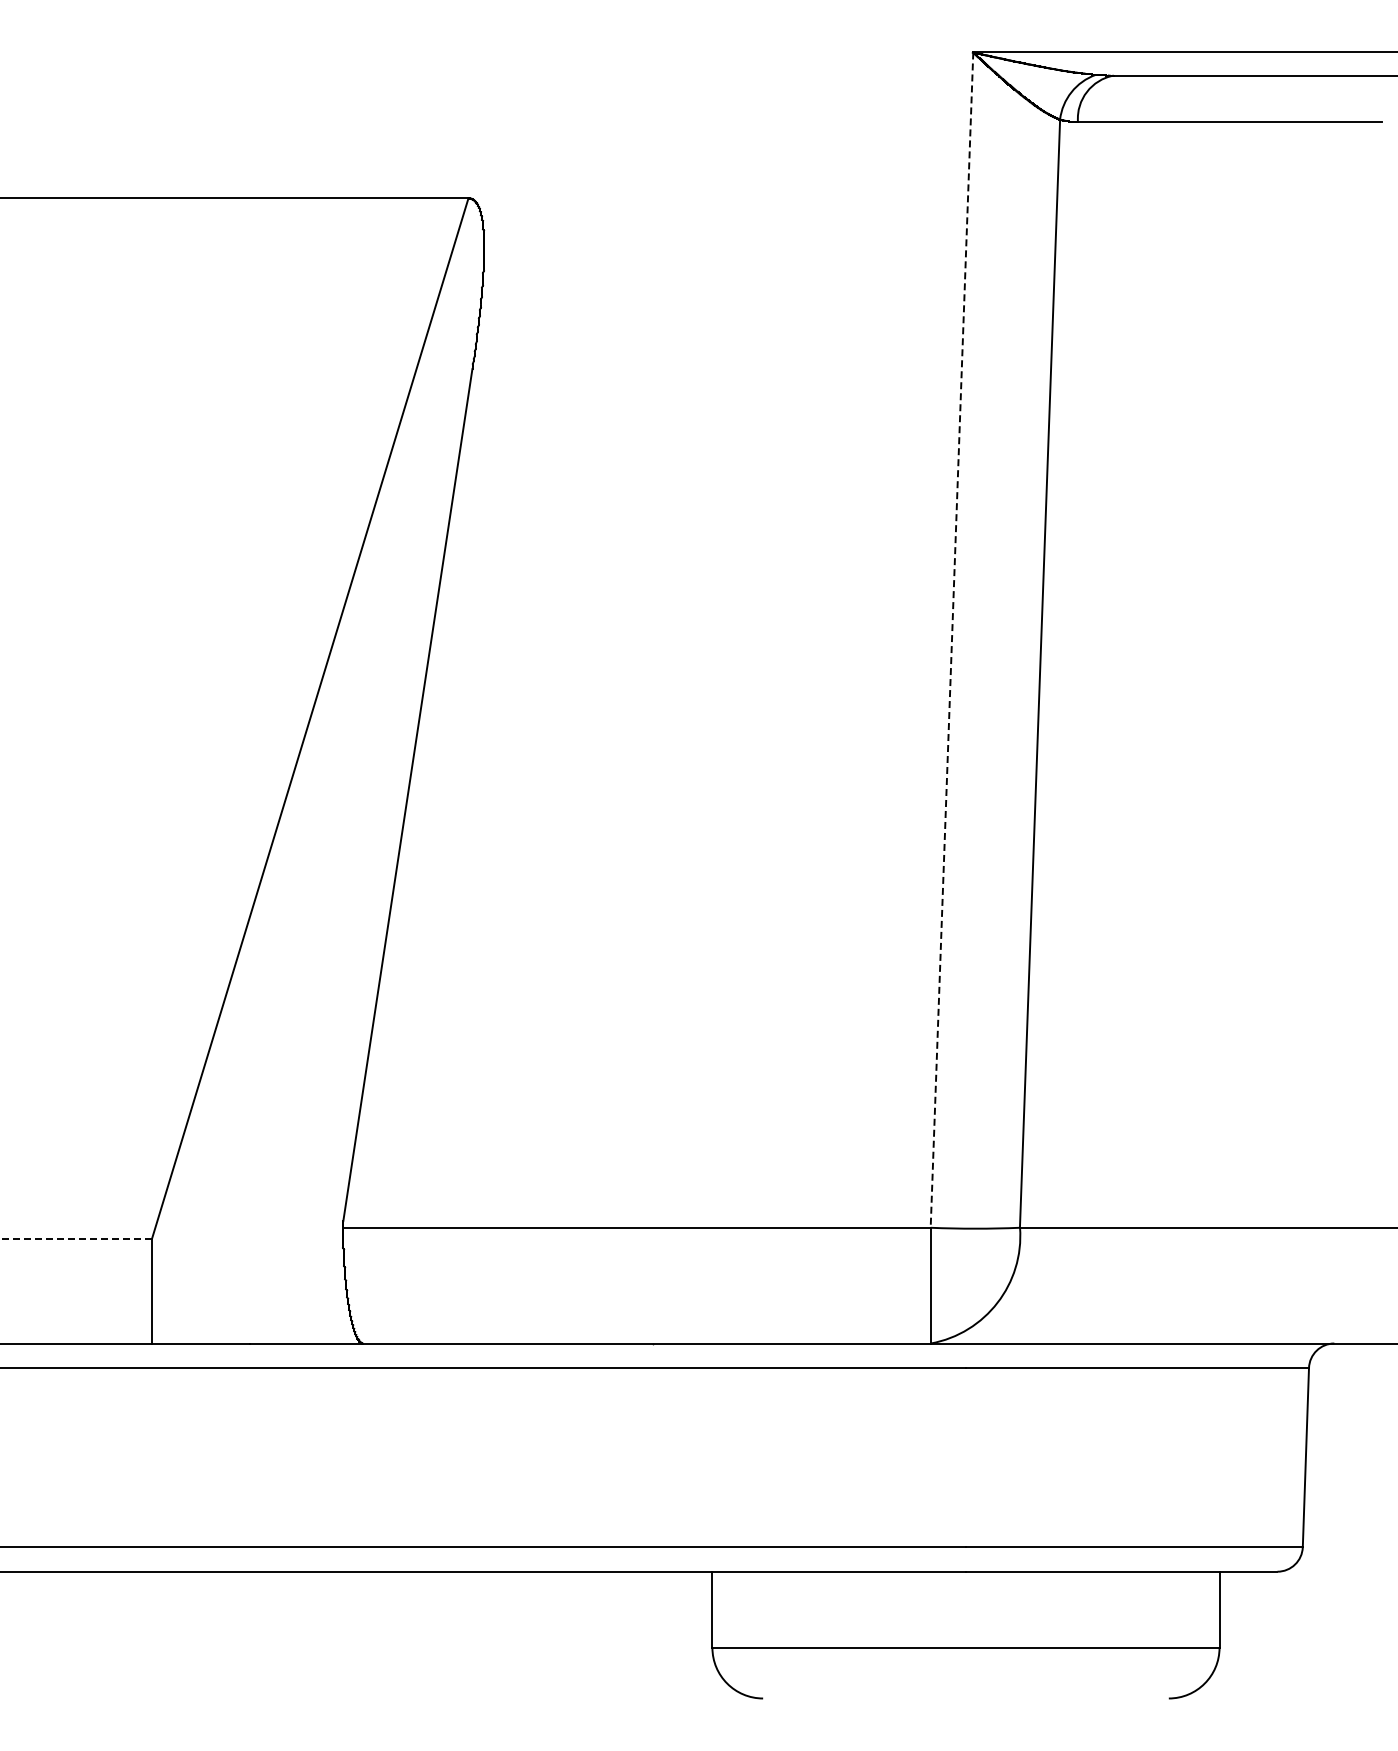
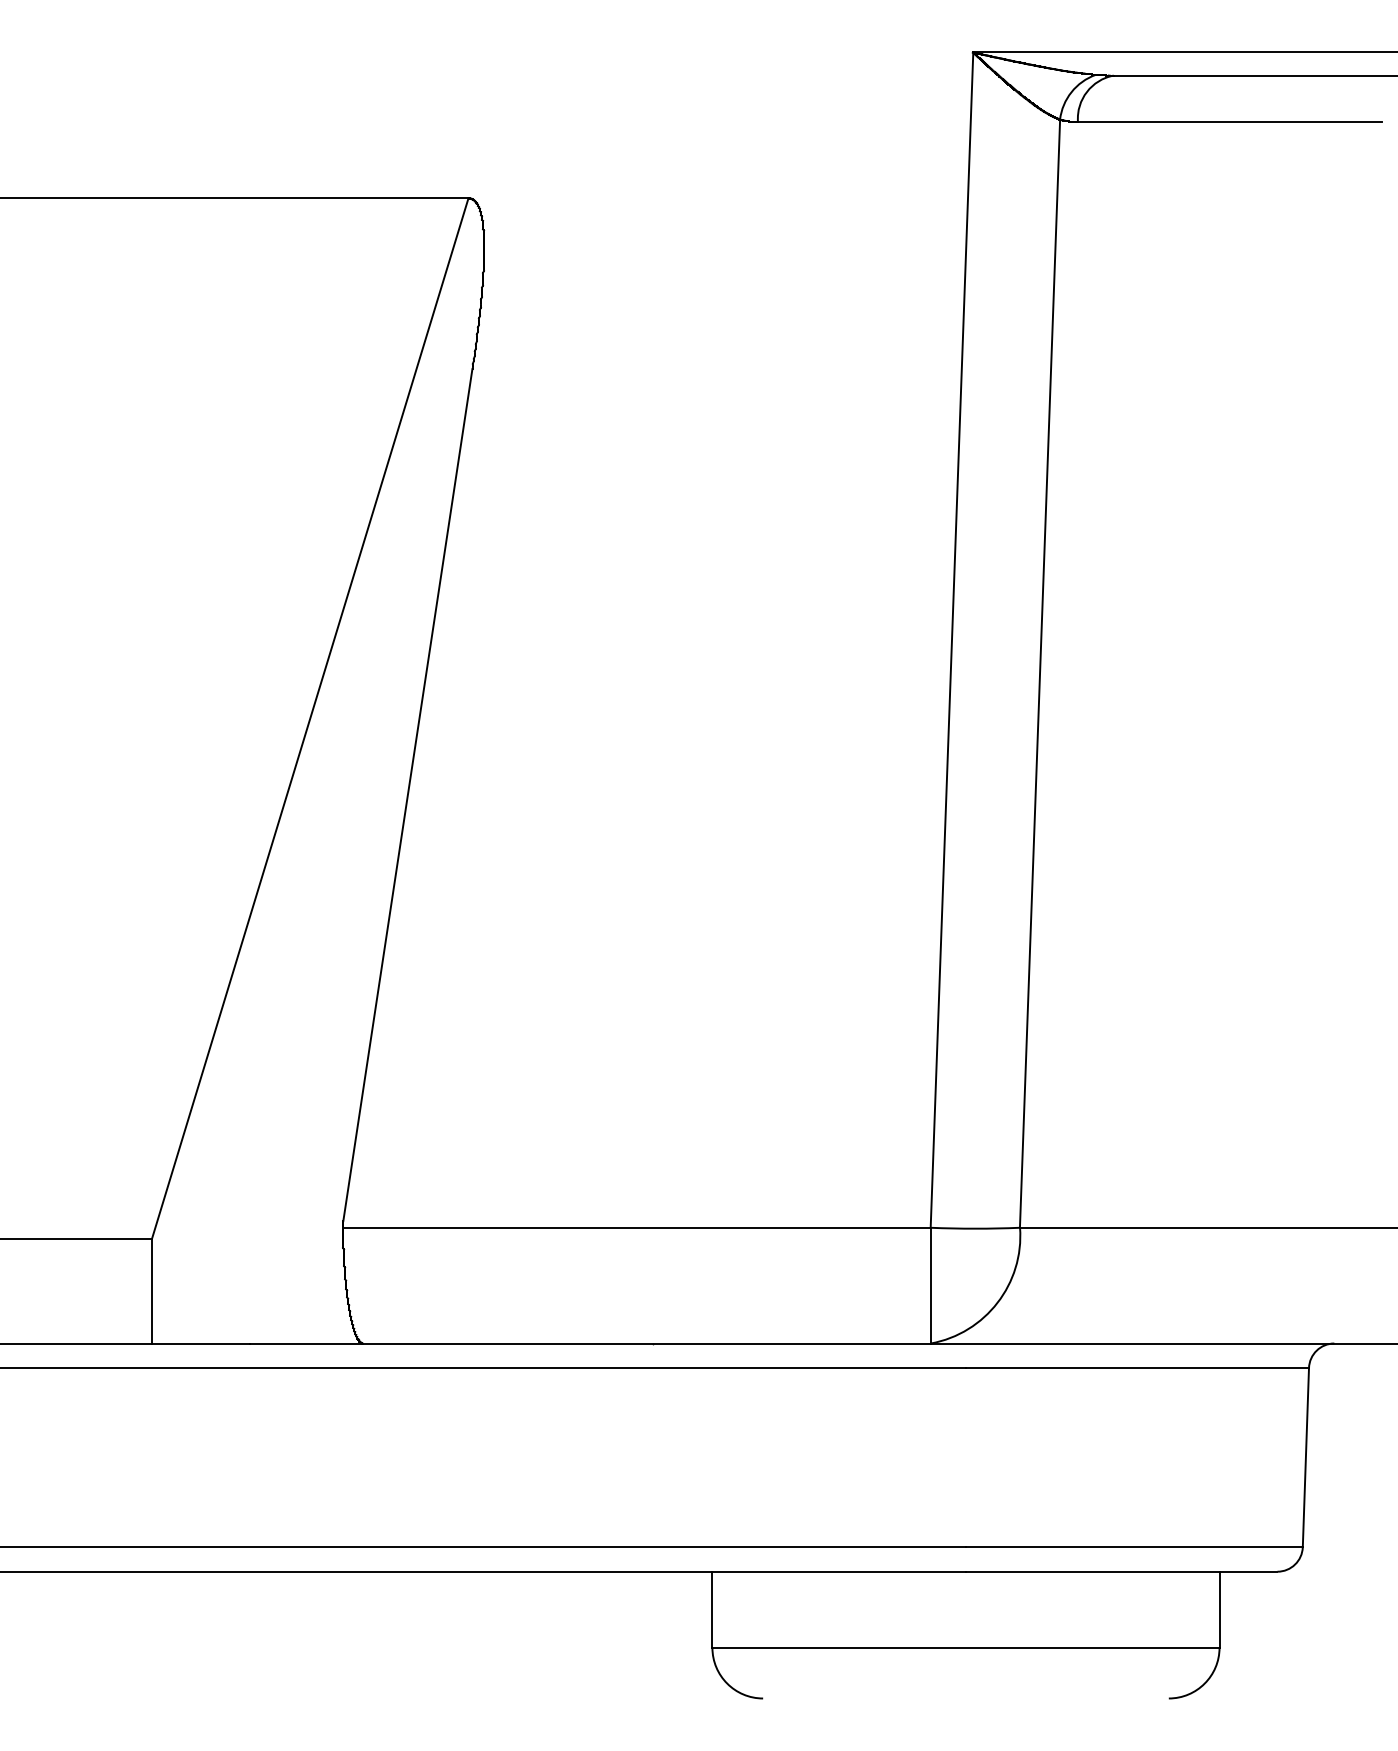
line at (951, 640): dashed -> solid
line at (76, 1238): dashed -> solid
